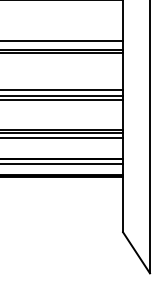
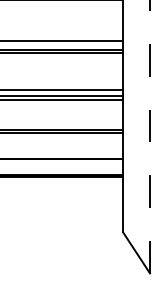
line at (150, 136): solid -> dashed
line at (62, 137): present -> none
line at (62, 163): present -> none
